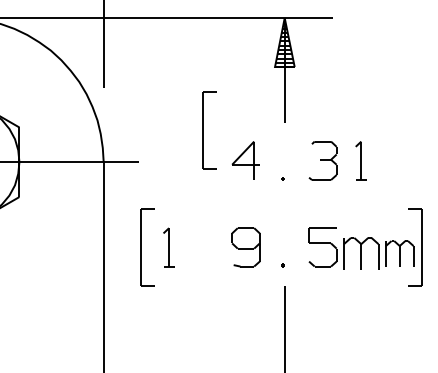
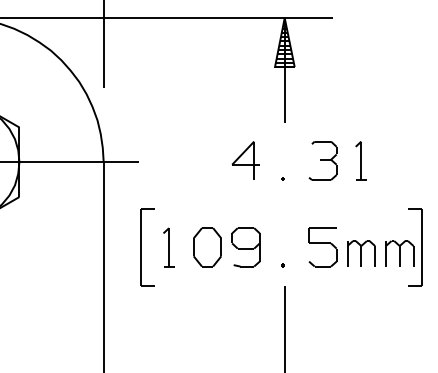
part at (209, 130): present -> none
part at (207, 247): none -> present
part at (361, 253) size: 37x33 px -> 29x27 px
